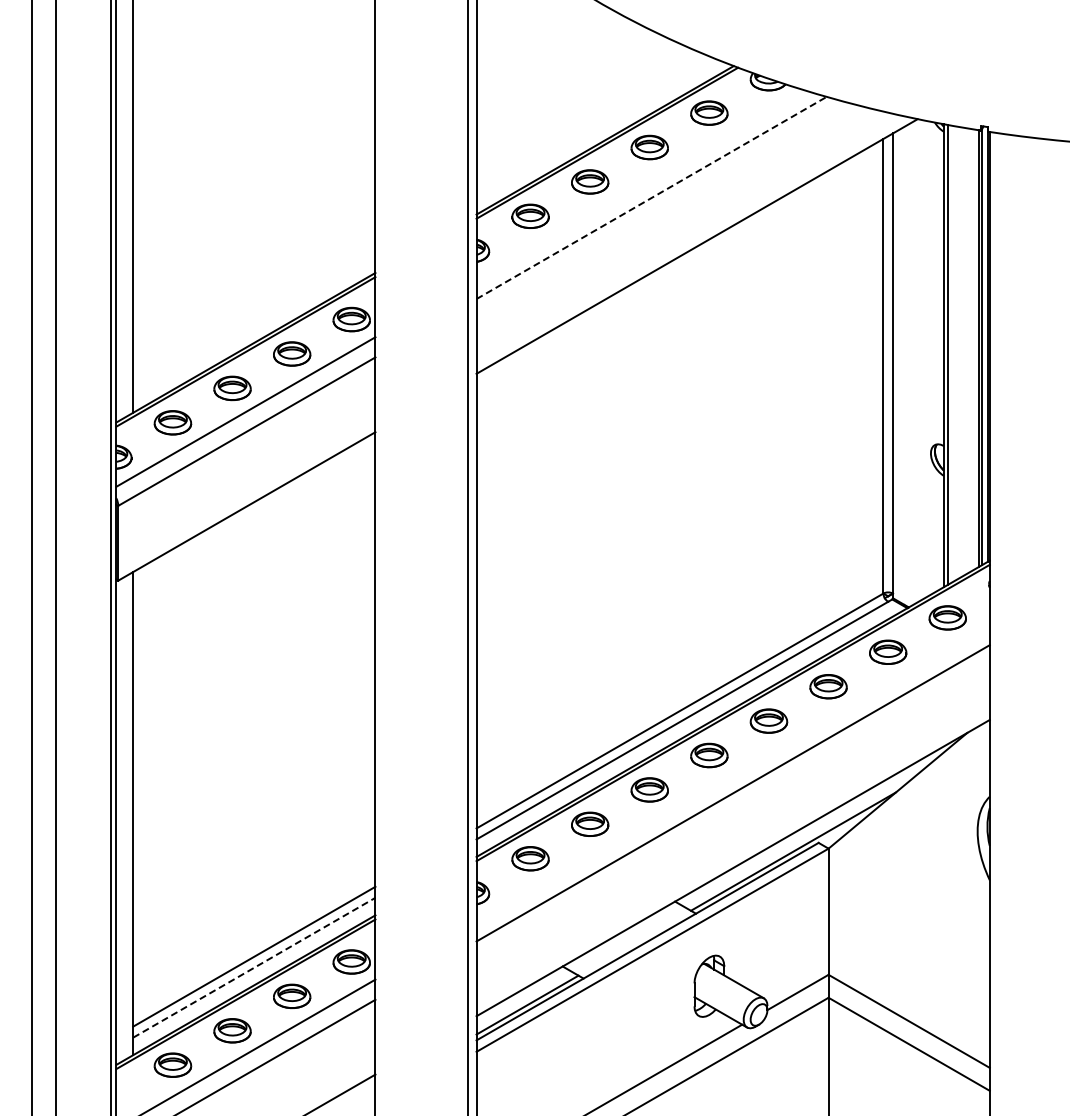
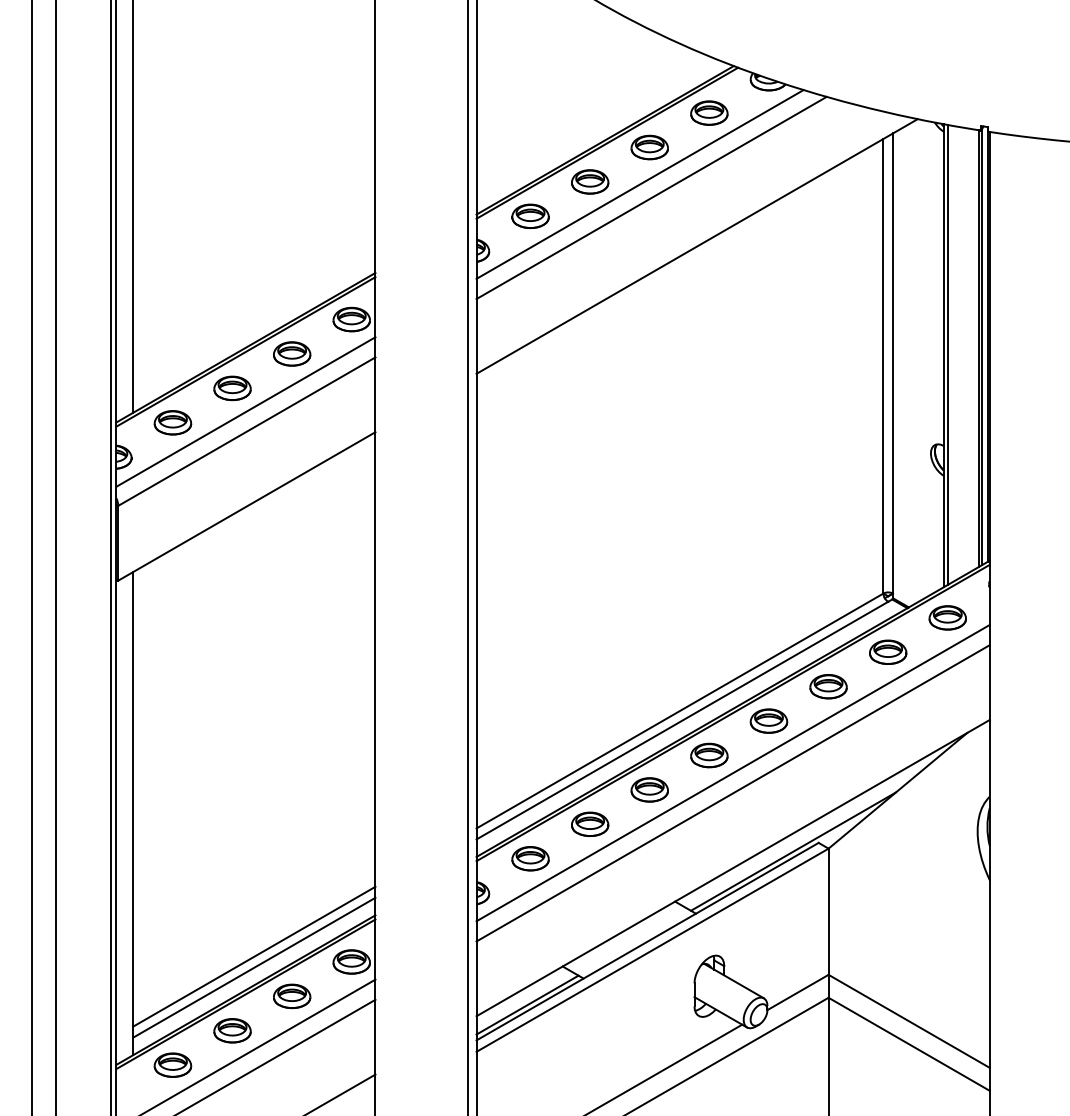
line at (639, 184): none -> present
line at (652, 197): dashed -> solid
line at (732, 772): none -> present
line at (254, 967): dashed -> solid
